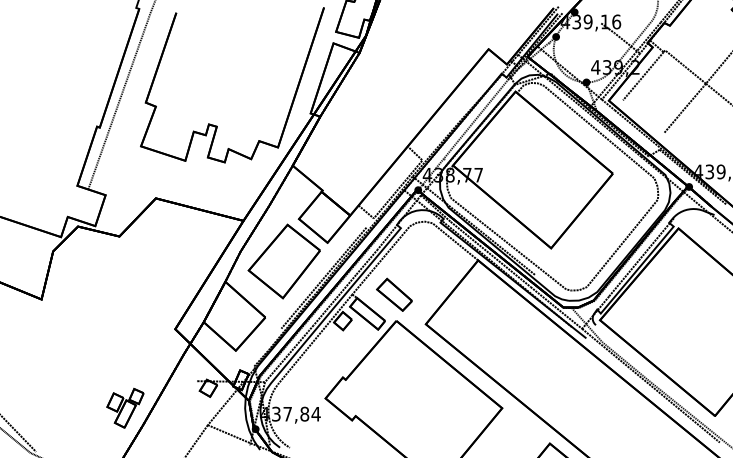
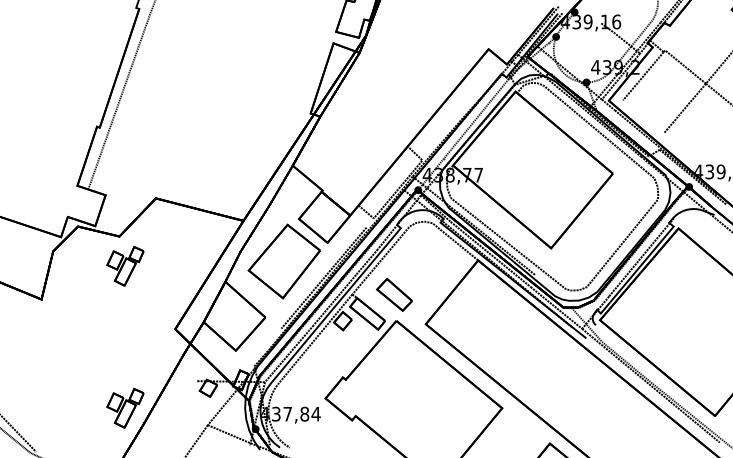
part at (216, 125): present -> none
part at (125, 265): none -> present
